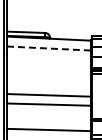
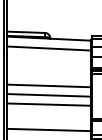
line at (48, 48): dashed -> solid
line at (48, 85): none -> present
